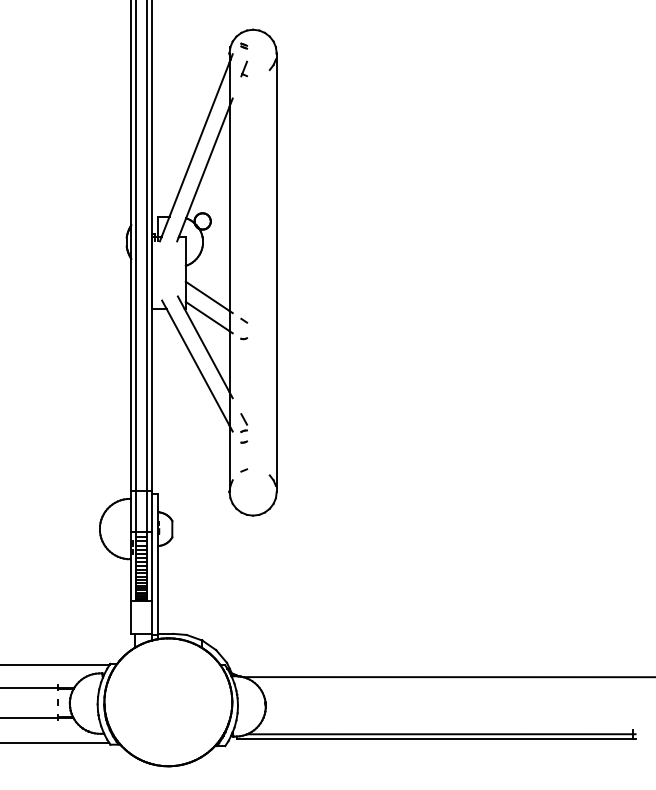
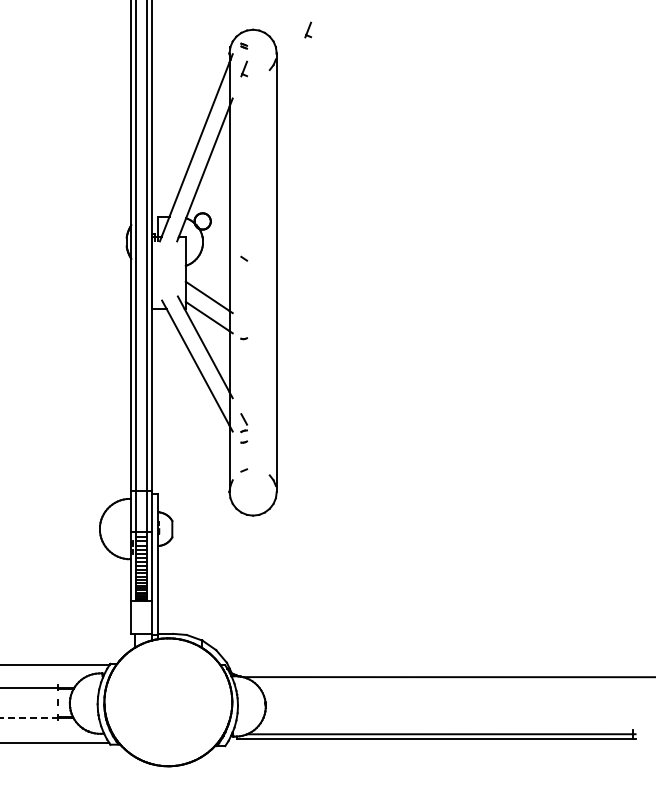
part at (308, 29): none -> present
line at (244, 320) position: (244, 320) -> (244, 258)
line at (29, 717): solid -> dashed
